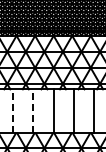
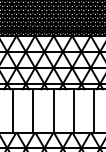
line at (13, 111): dashed -> solid
line at (33, 111): dashed -> solid
